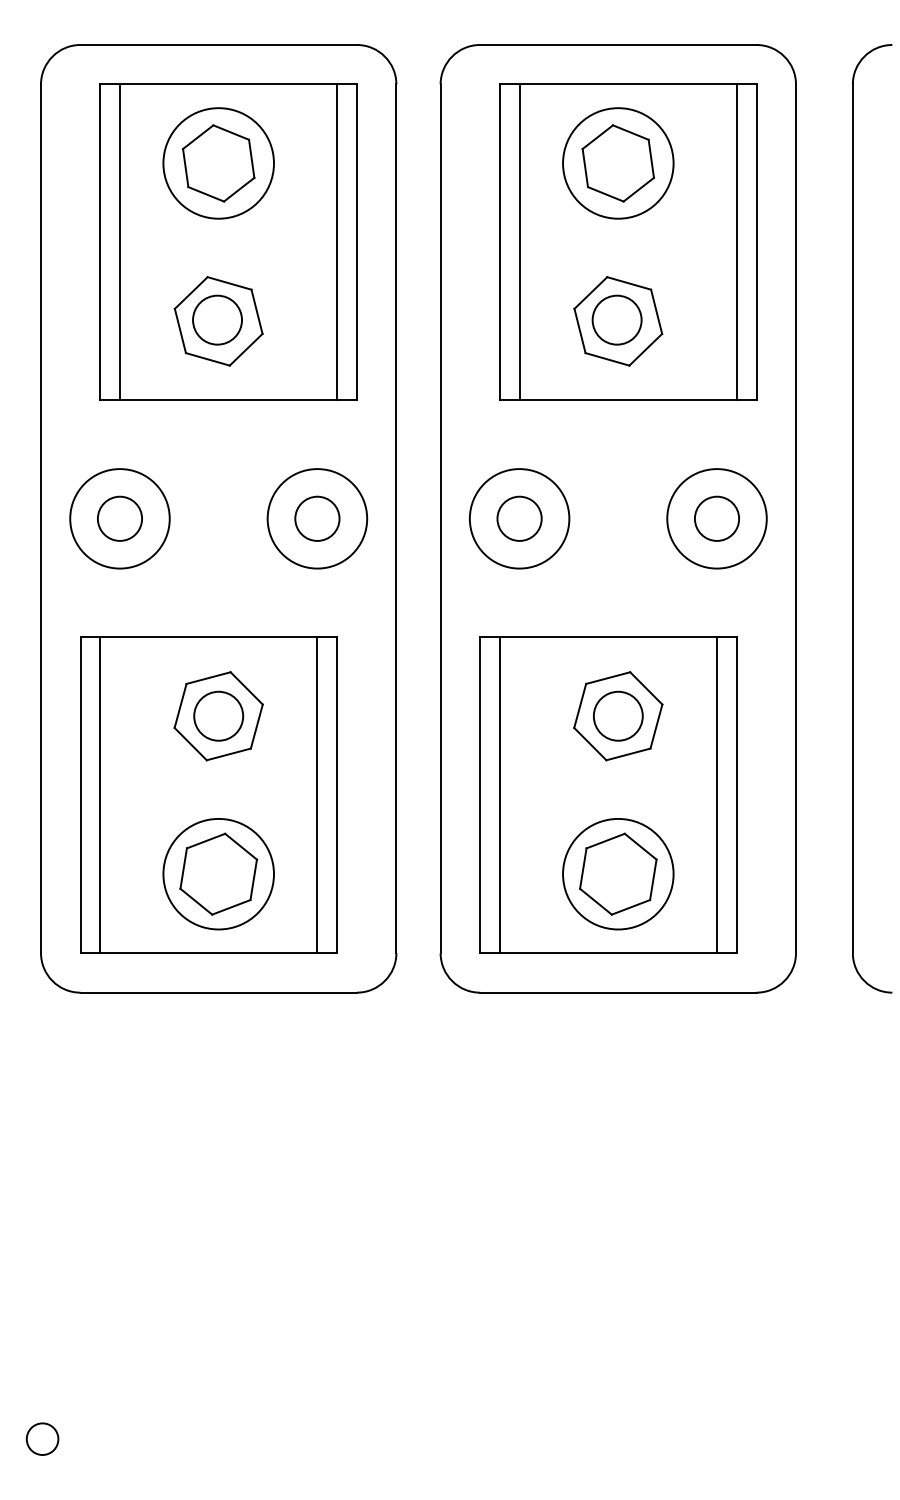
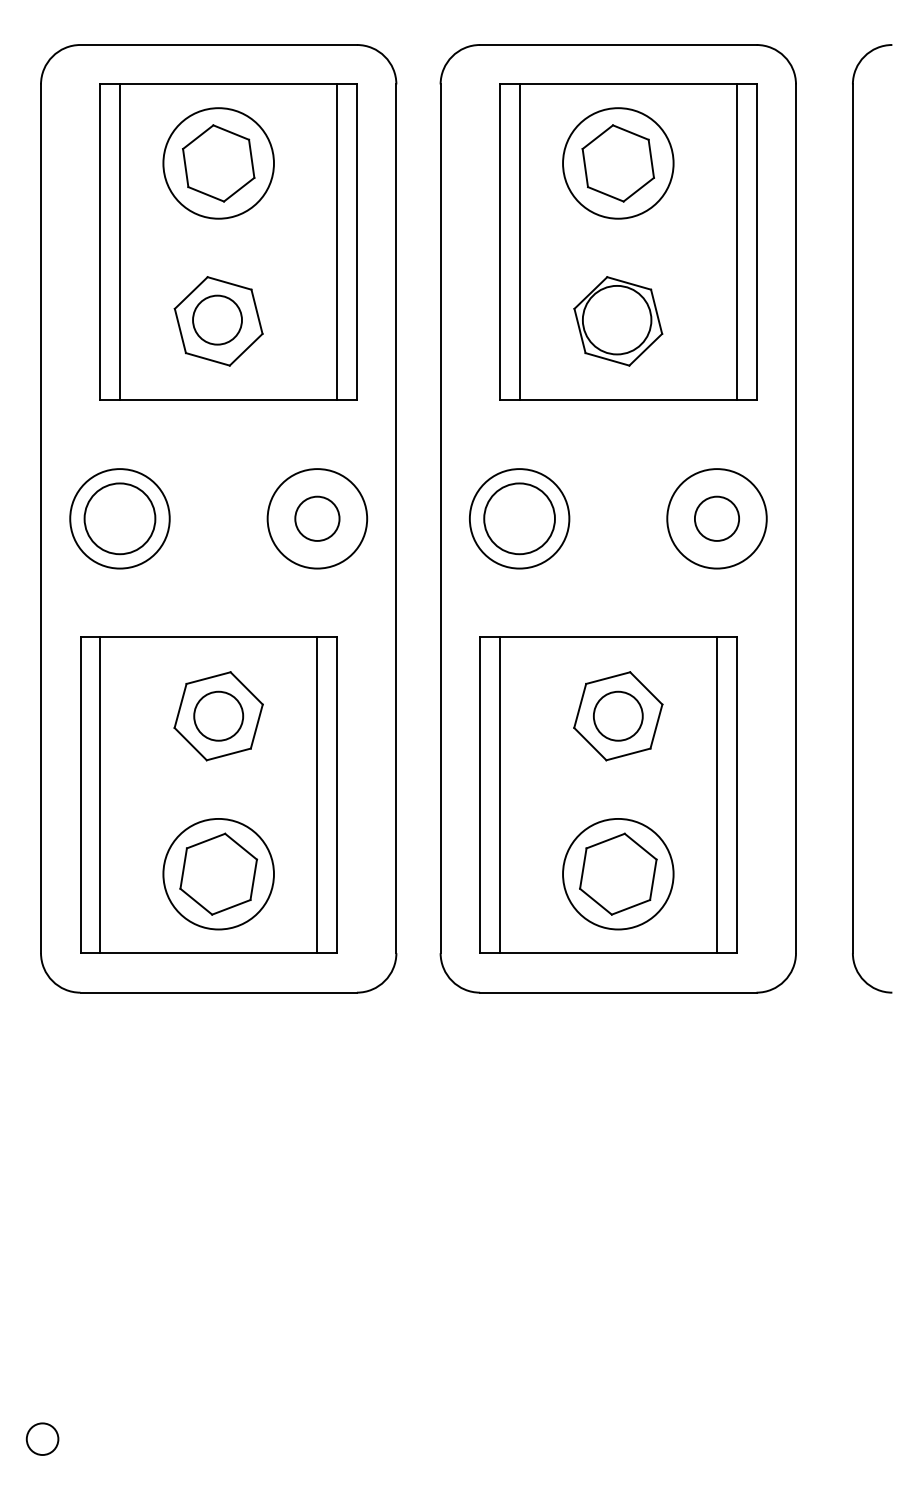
circle at (616, 319) diameter: 49 px -> 69 px
circle at (119, 518) diameter: 44 px -> 71 px
circle at (519, 518) diameter: 44 px -> 71 px
